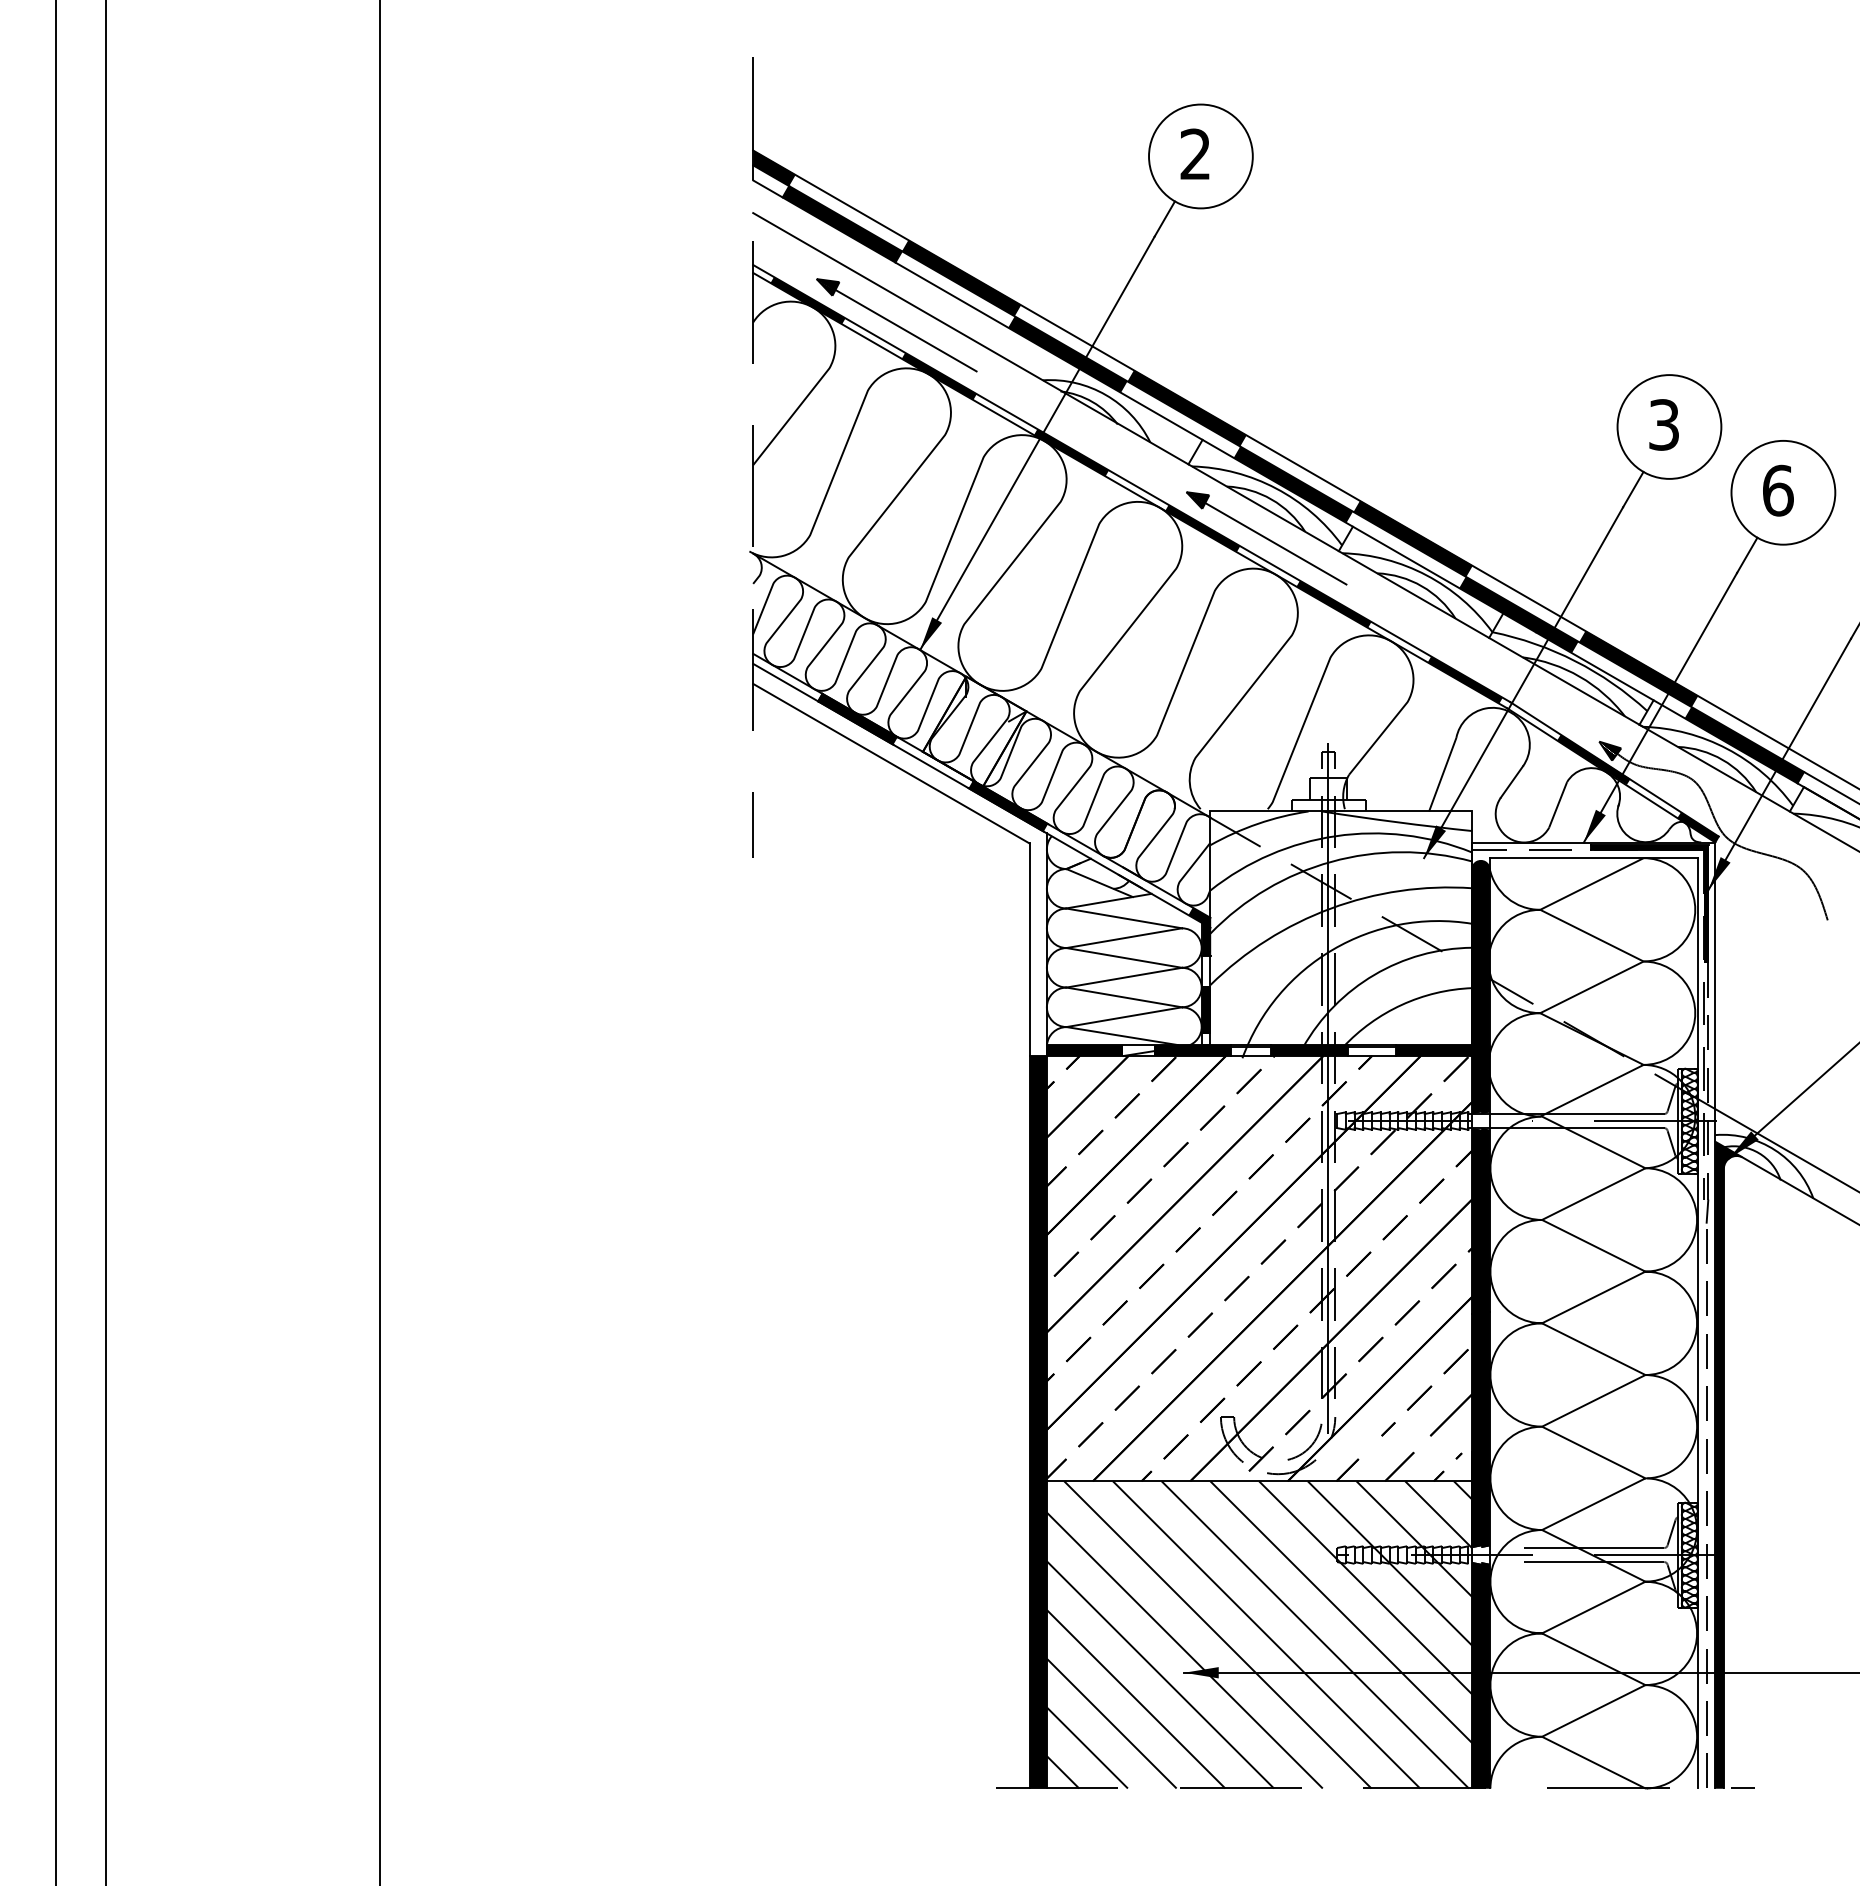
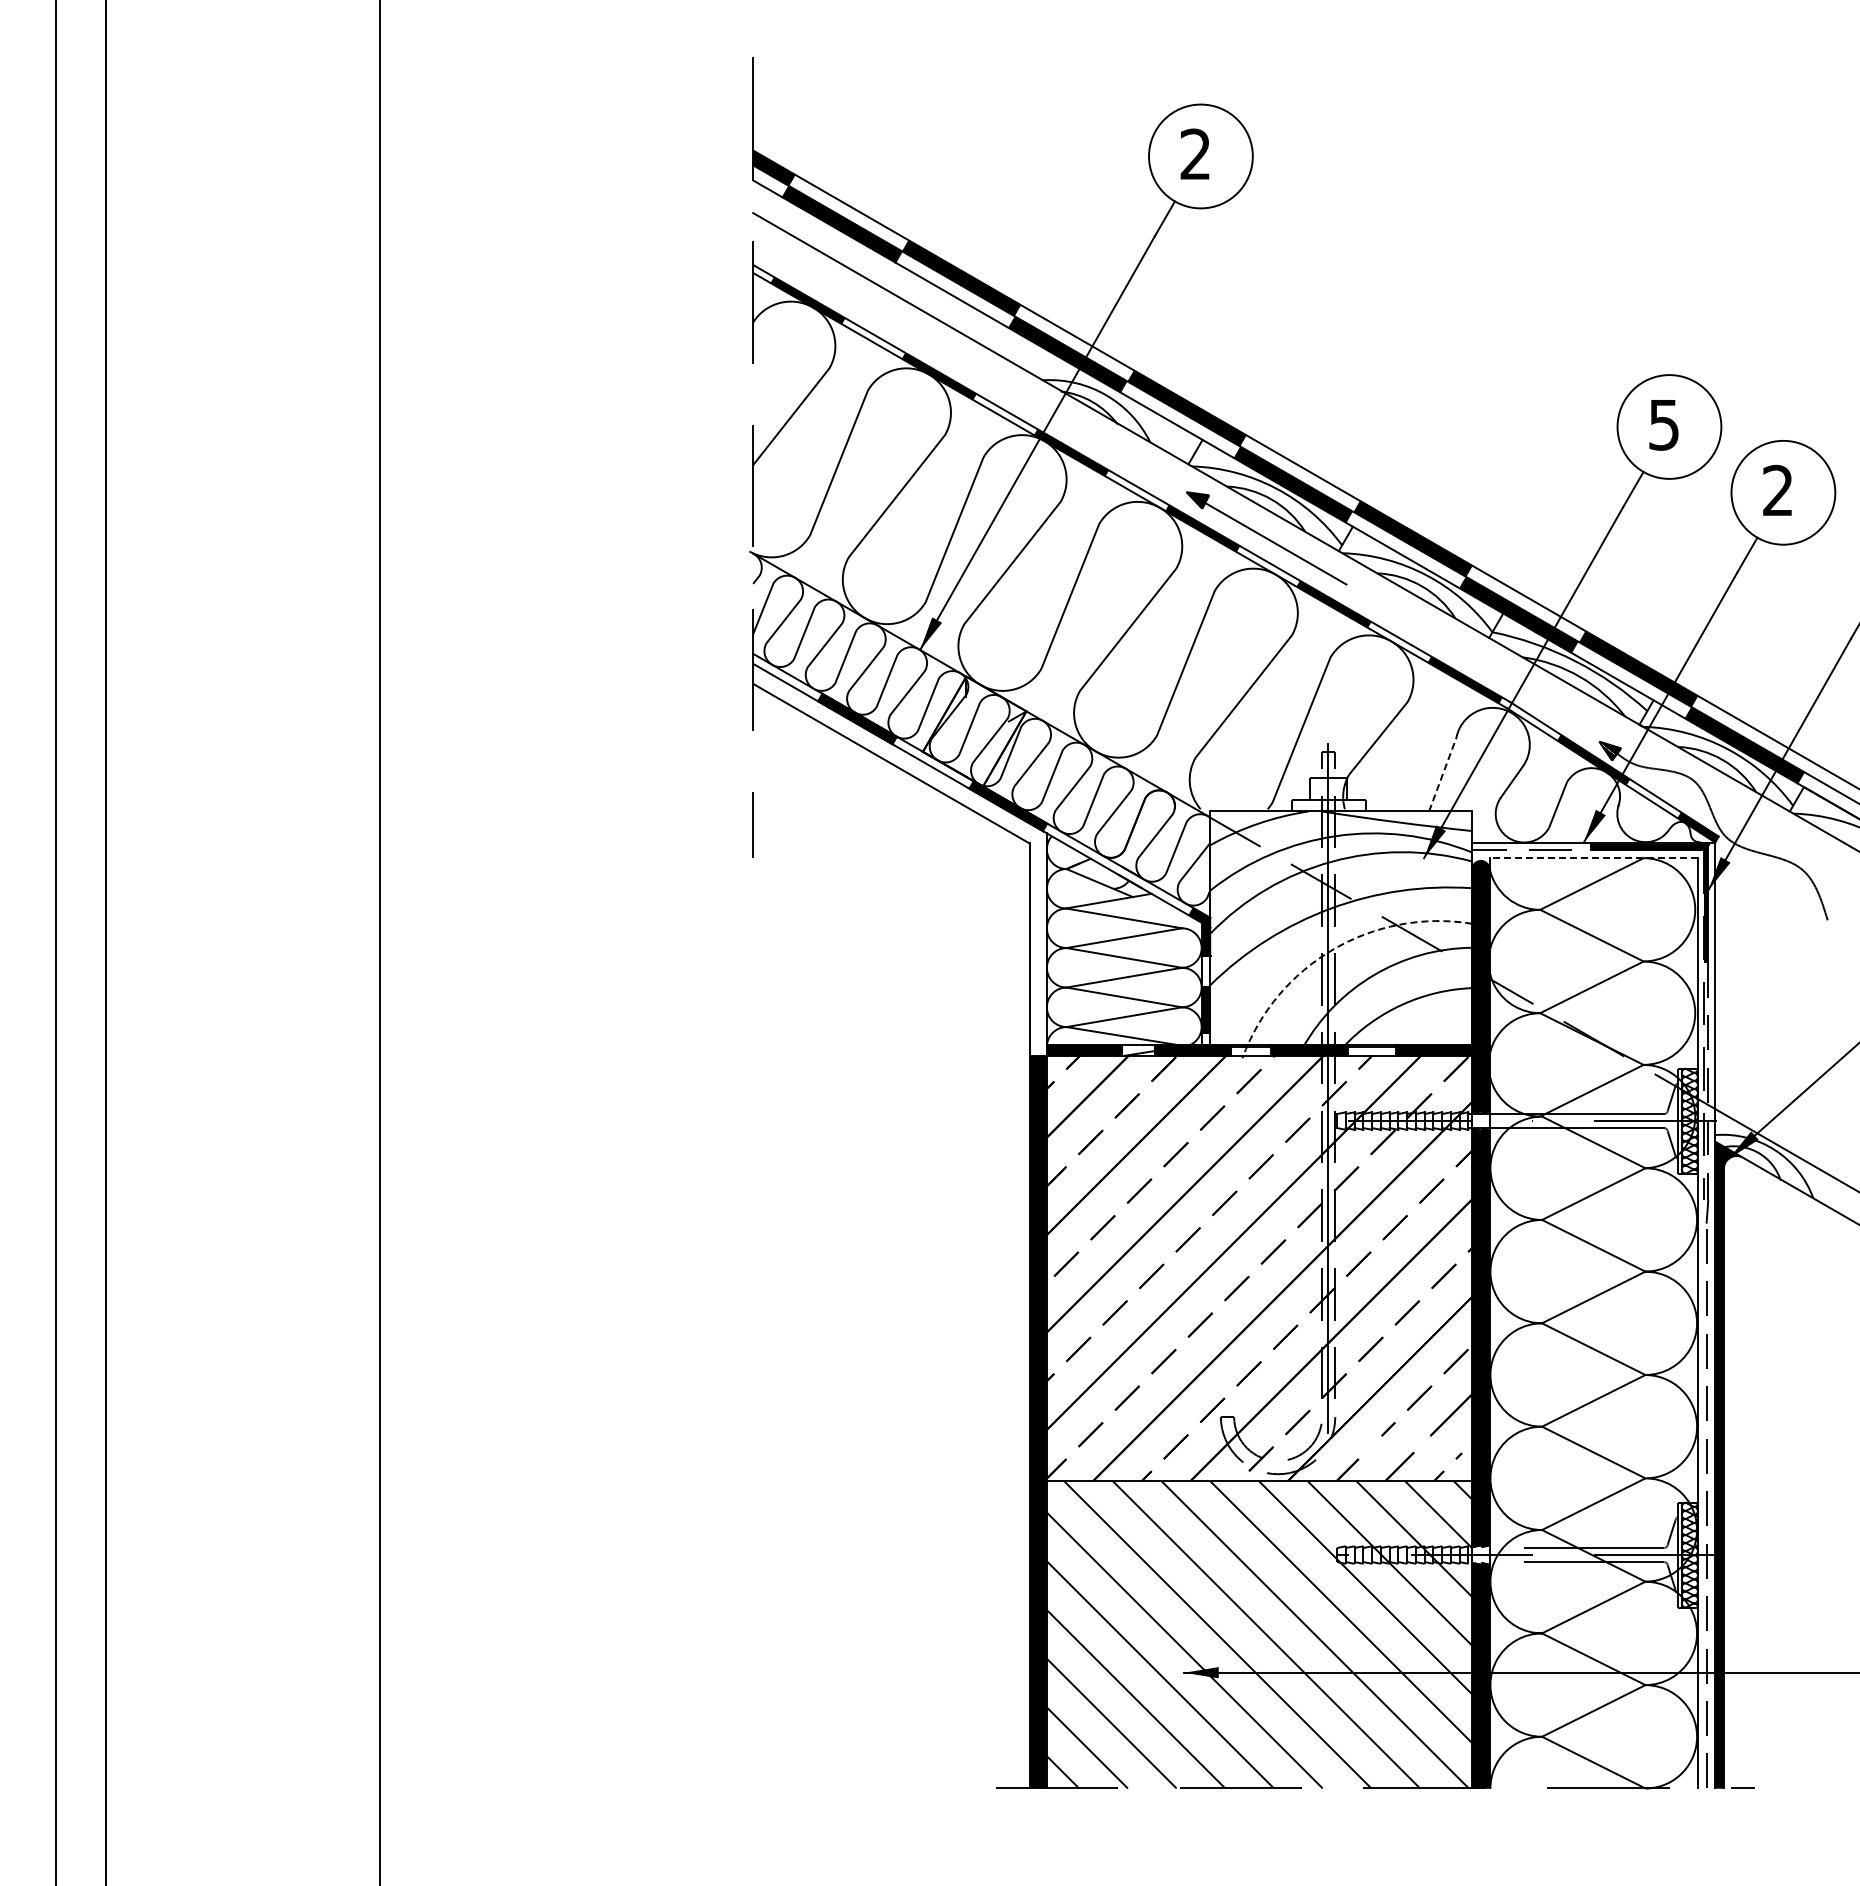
part at (896, 325): present -> none
text at (1663, 424): 3 -> 5
text at (1778, 490): 6 -> 2
line at (1442, 774): solid -> dashed
line at (1593, 858): solid -> dashed
arc at (1333, 949): solid -> dashed
